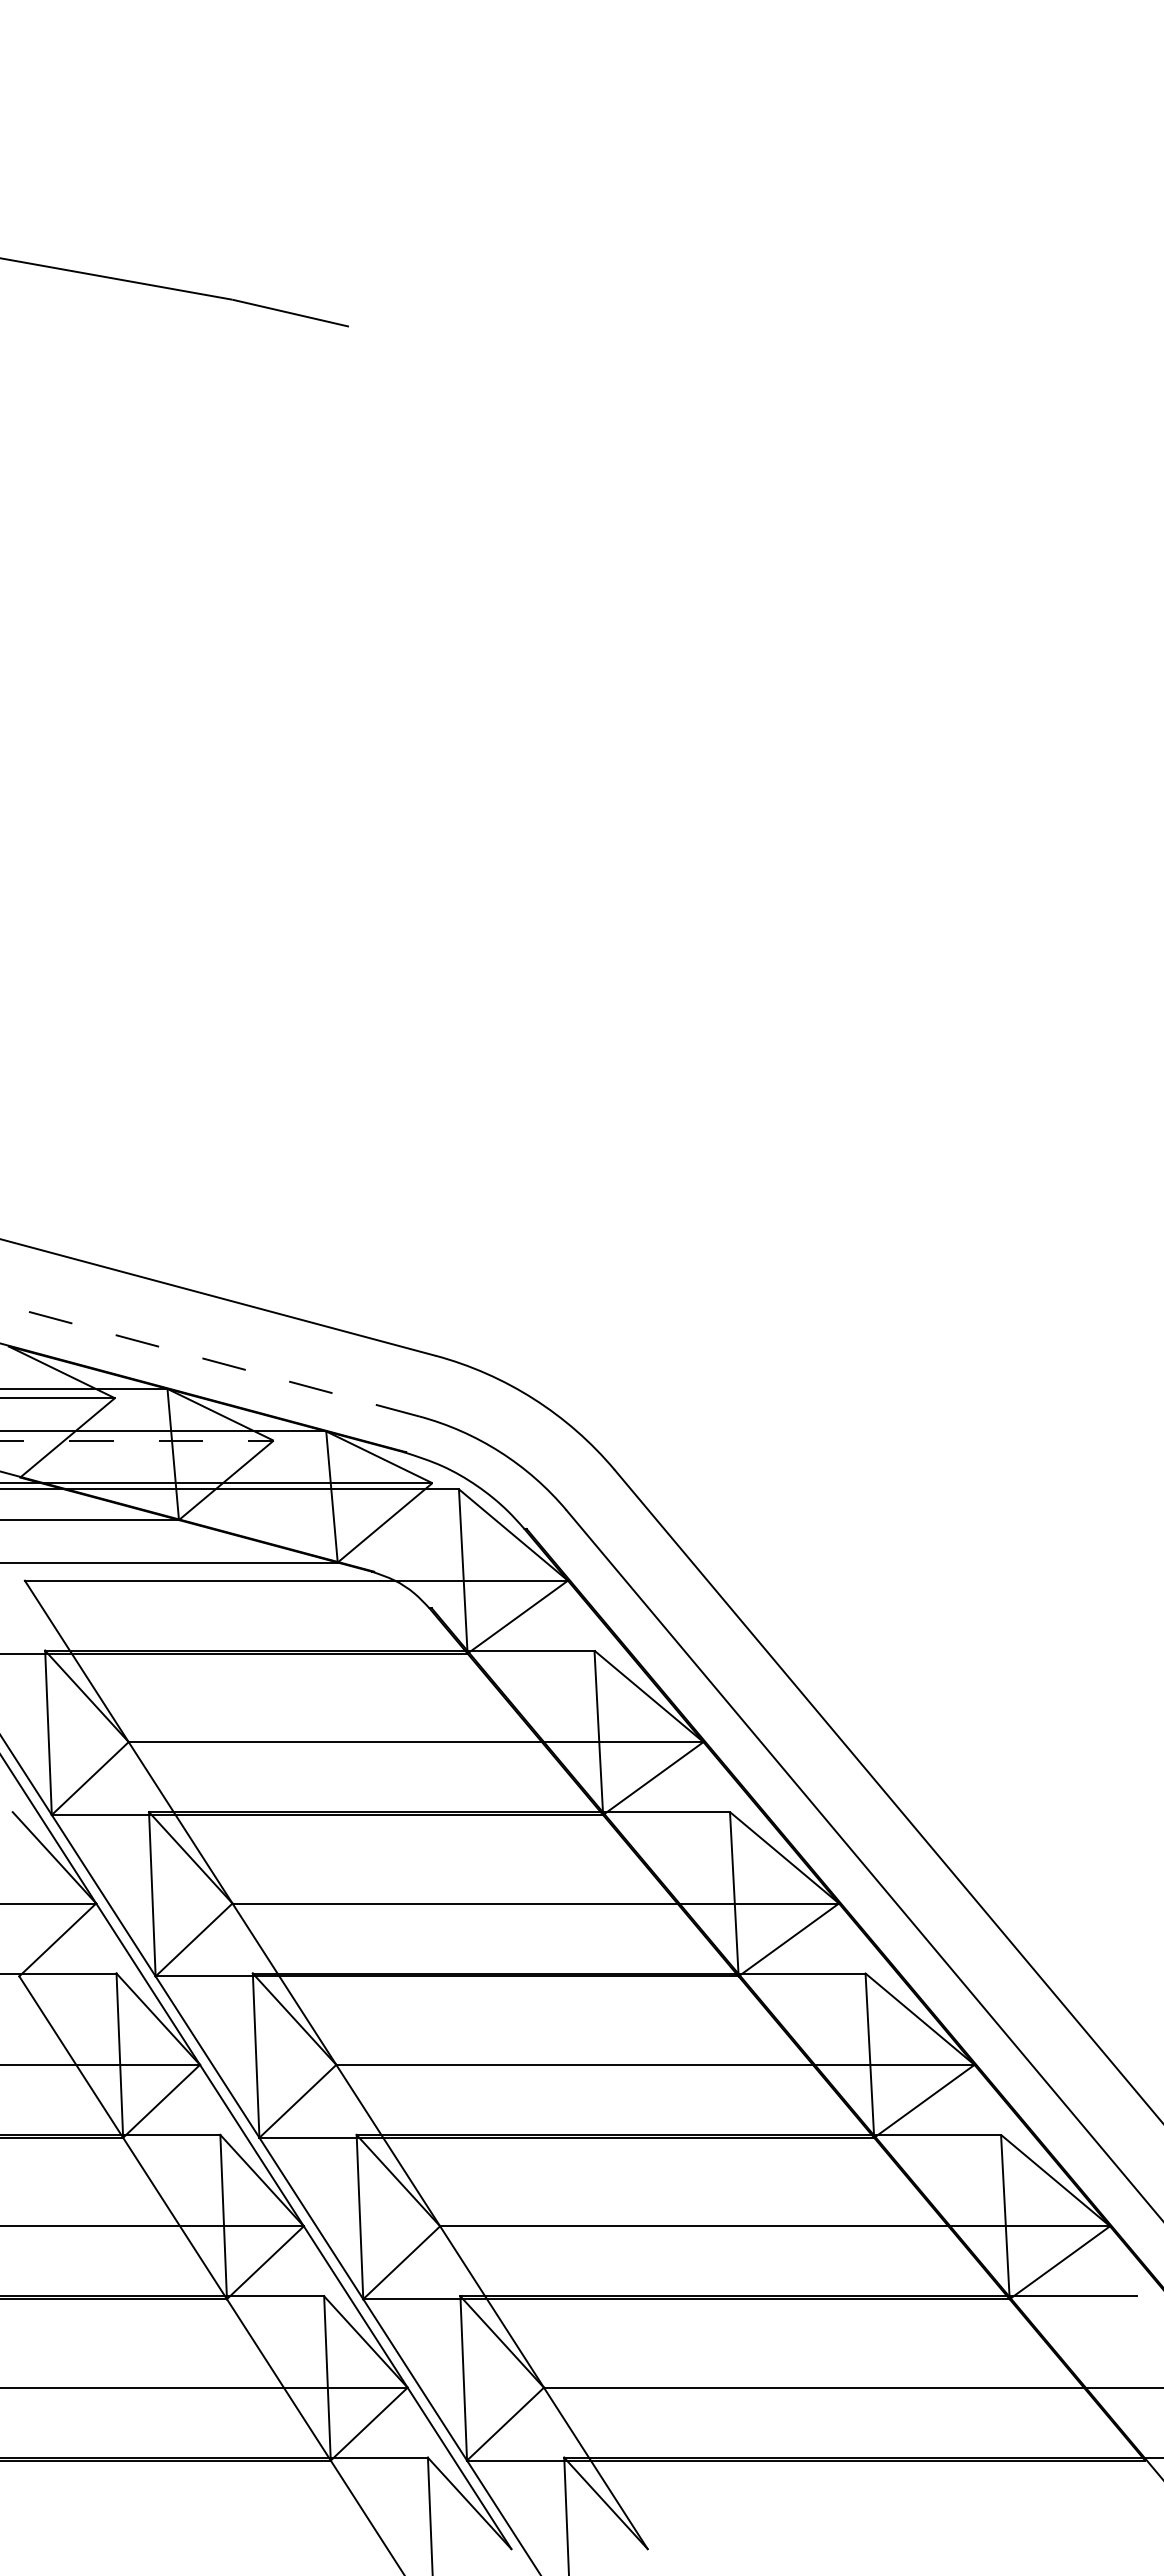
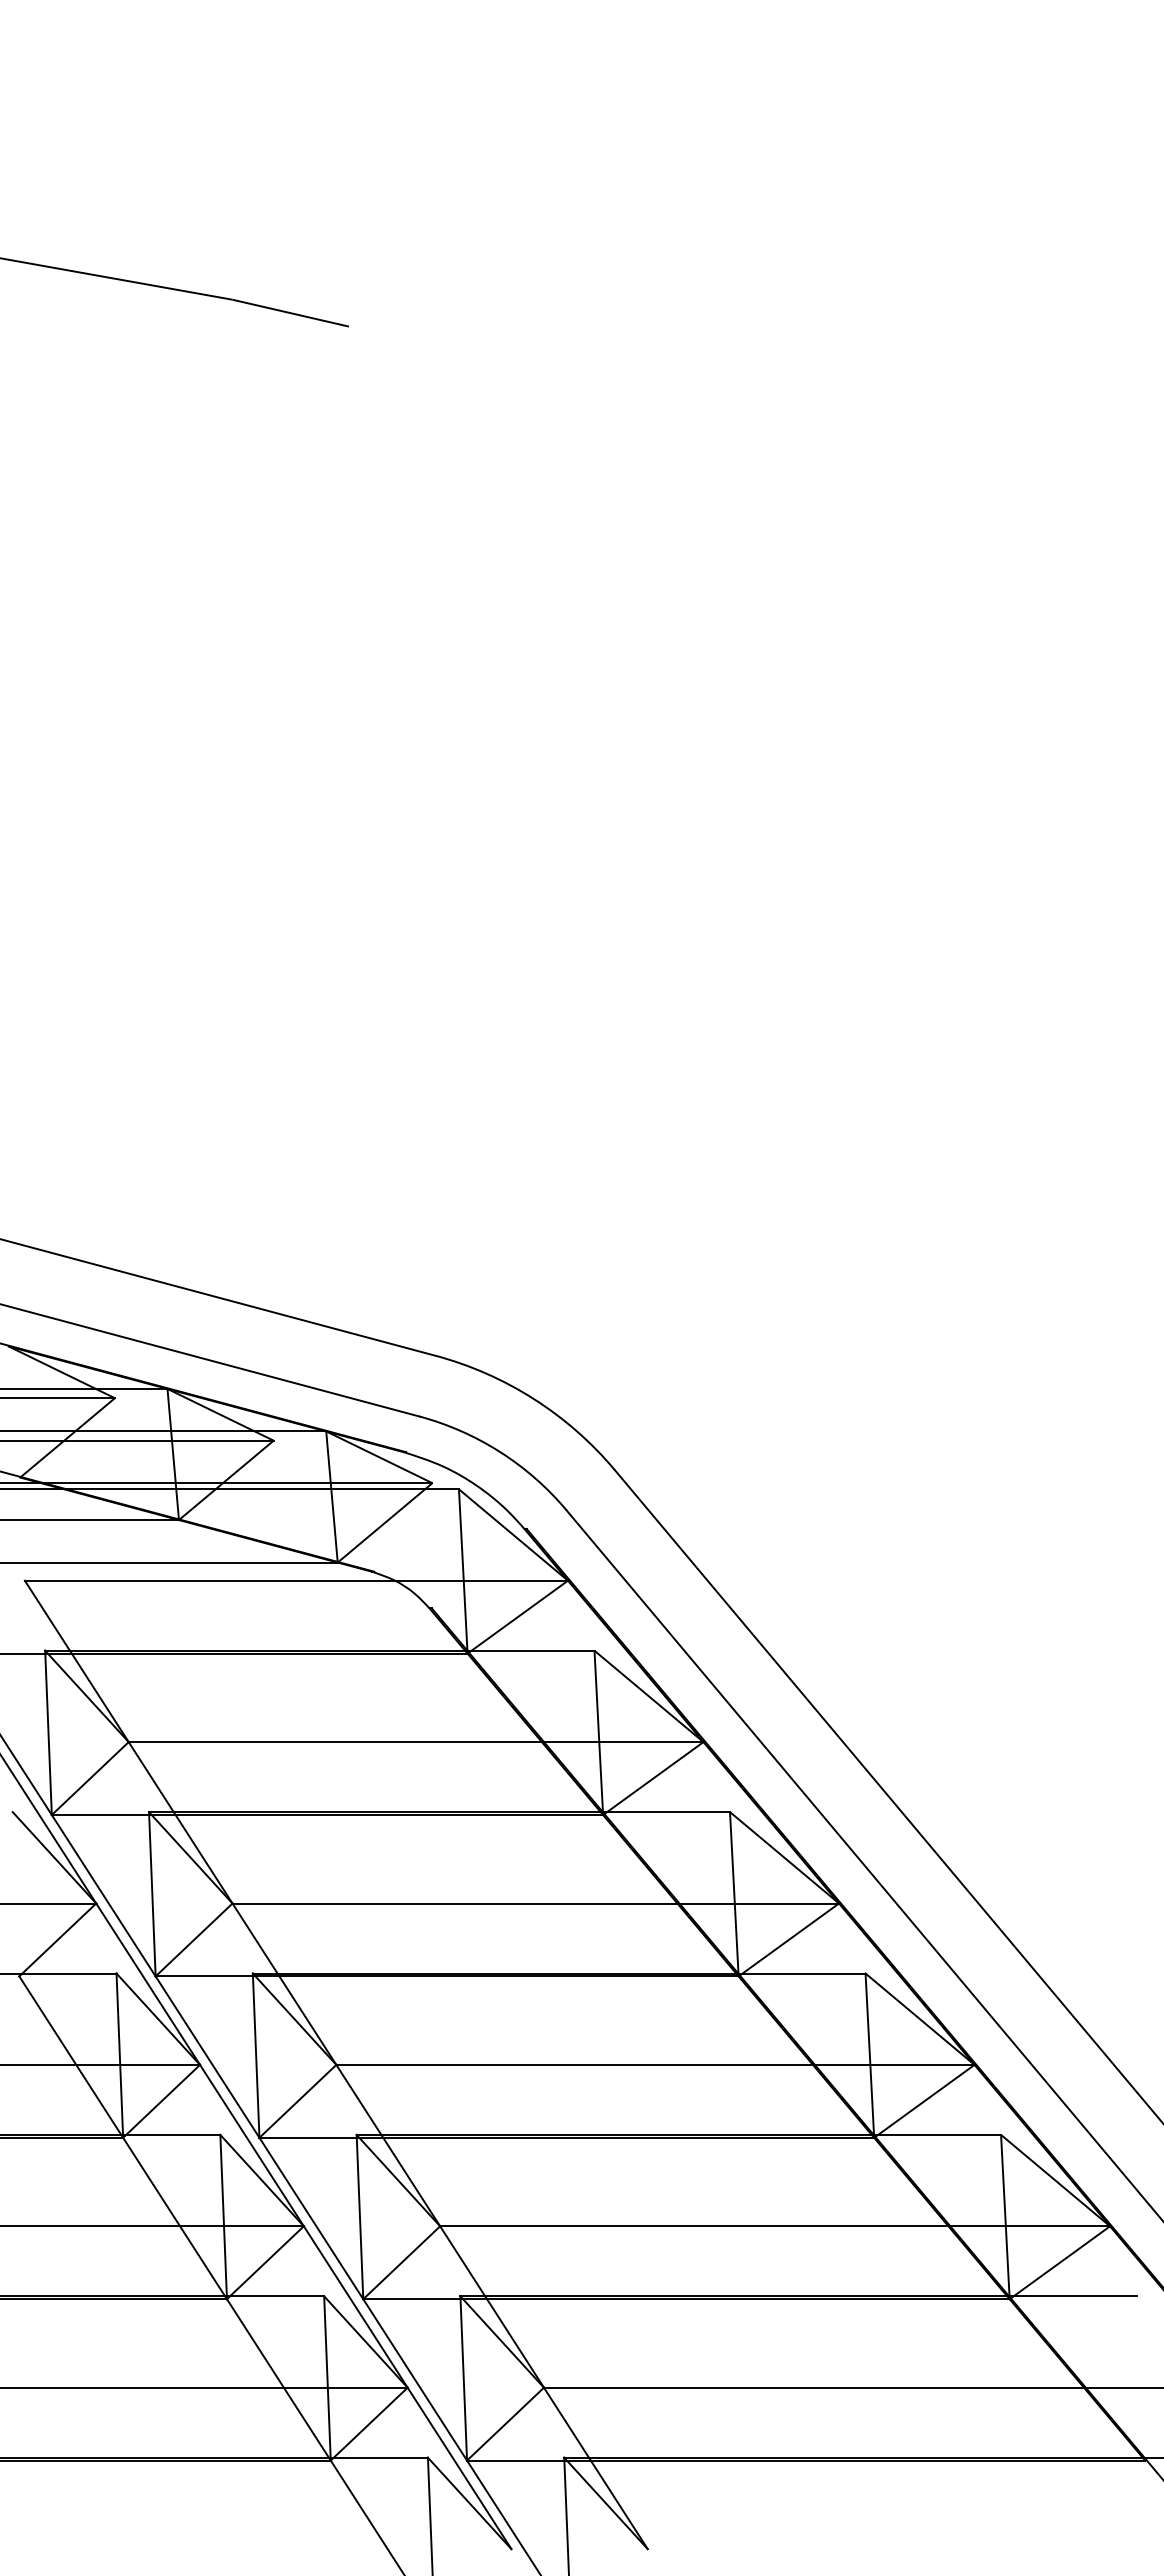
line at (209, 1360): dashed -> solid
line at (136, 1440): dashed -> solid
